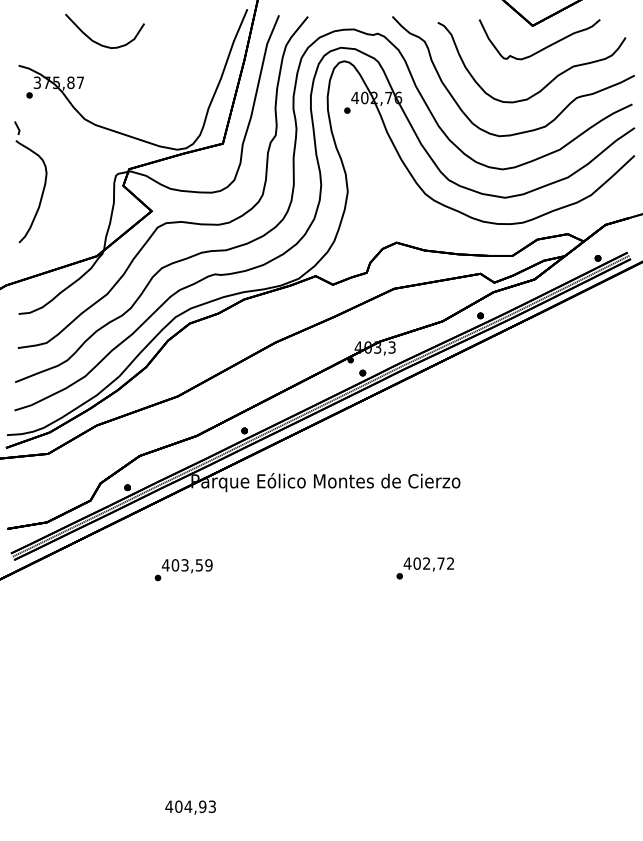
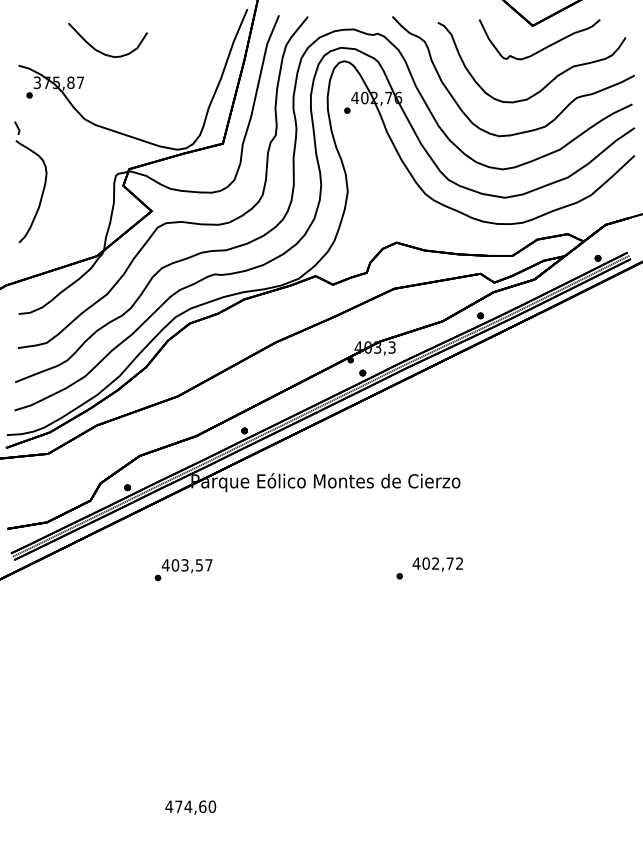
curve at (98, 42) position: (98, 42) -> (101, 51)
text at (428, 564) position: (428, 564) -> (437, 564)
text at (208, 565): 403,59 -> 403,57
text at (195, 806): 404,93 -> 474,60
